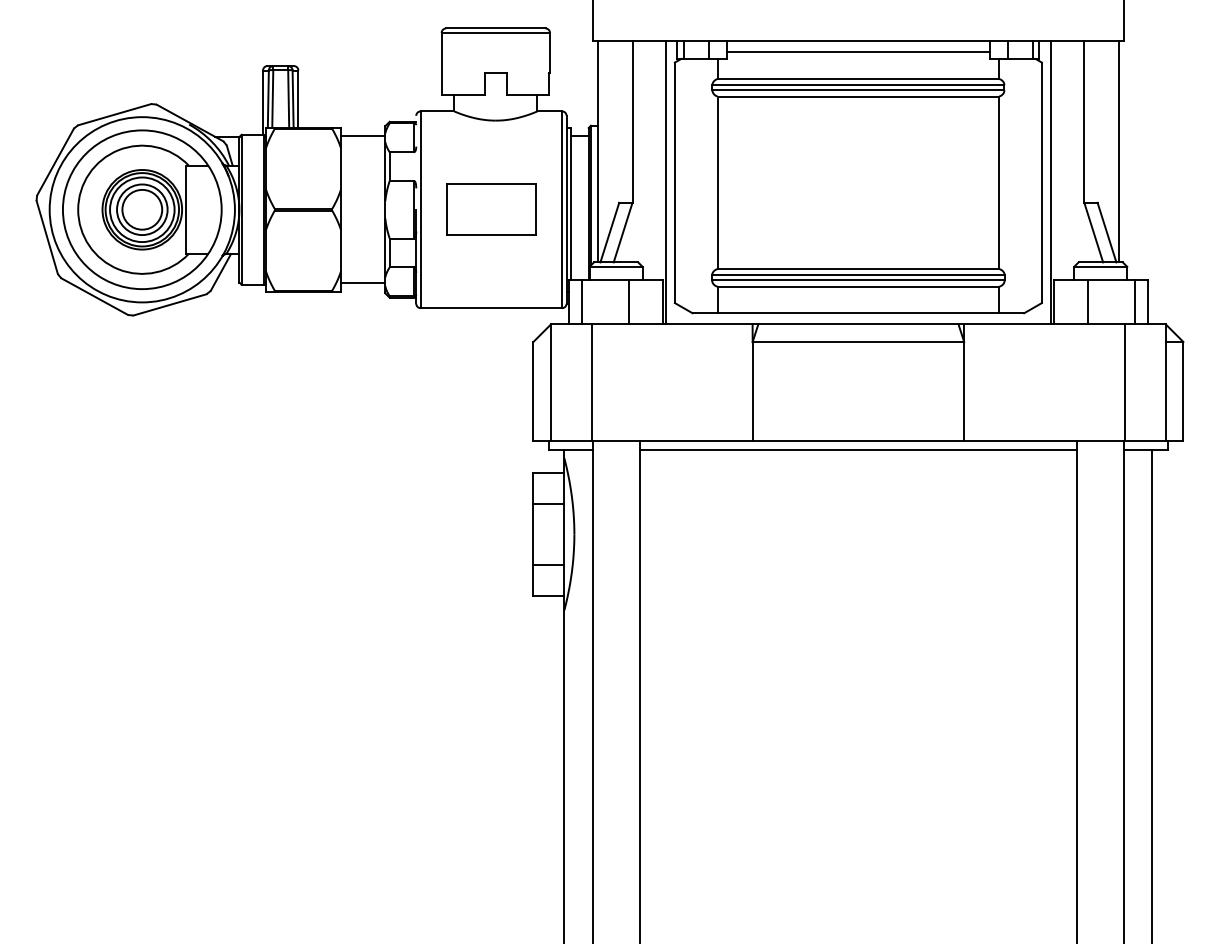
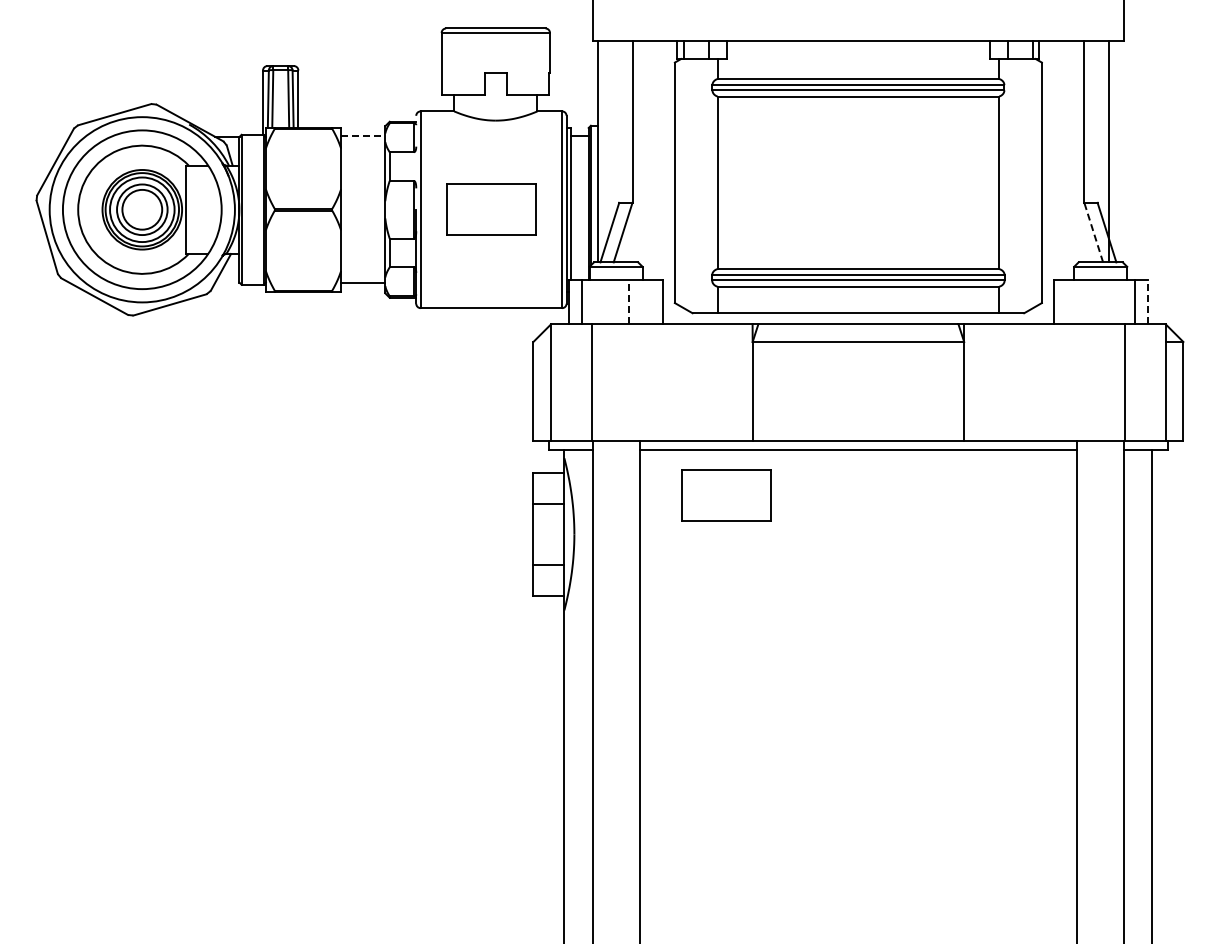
line at (858, 52): present -> none
line at (363, 136): solid -> dashed
line at (1119, 151) position: (1119, 151) -> (1109, 151)
line at (666, 182): present -> none
line at (1050, 182): present -> none
line at (1093, 232): solid -> dashed
line at (628, 301): solid -> dashed
line at (1147, 301): solid -> dashed
line at (1088, 302): present -> none
part at (726, 495): none -> present
